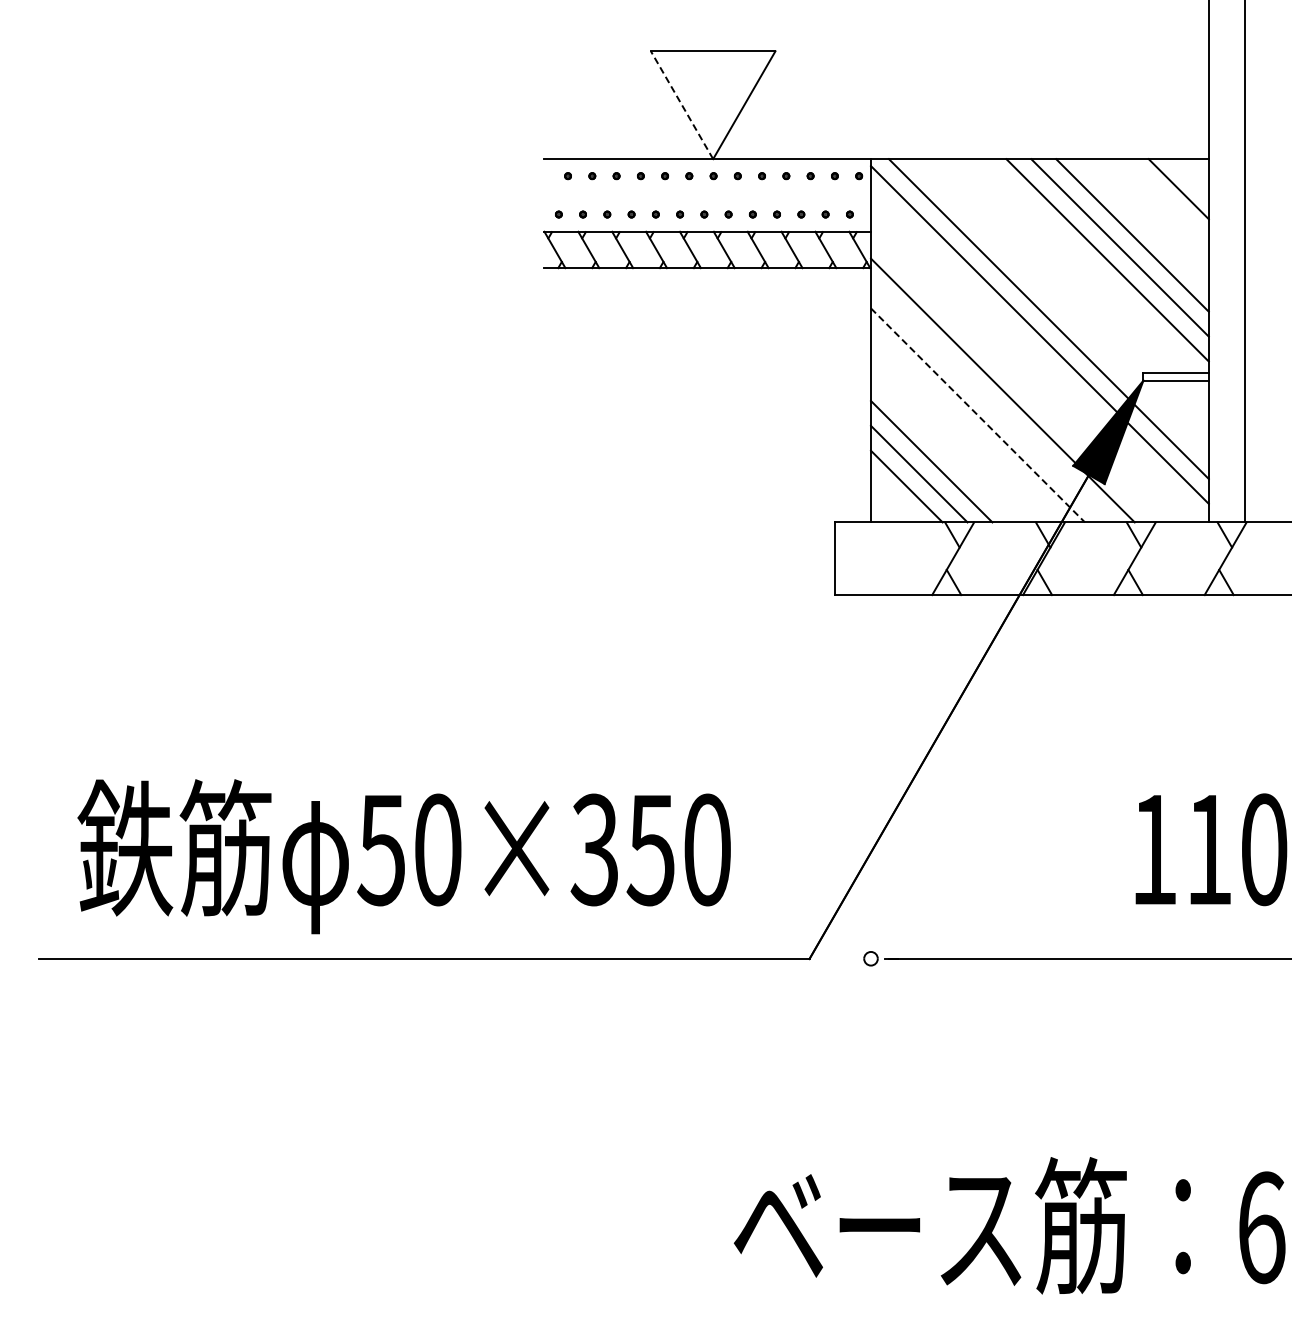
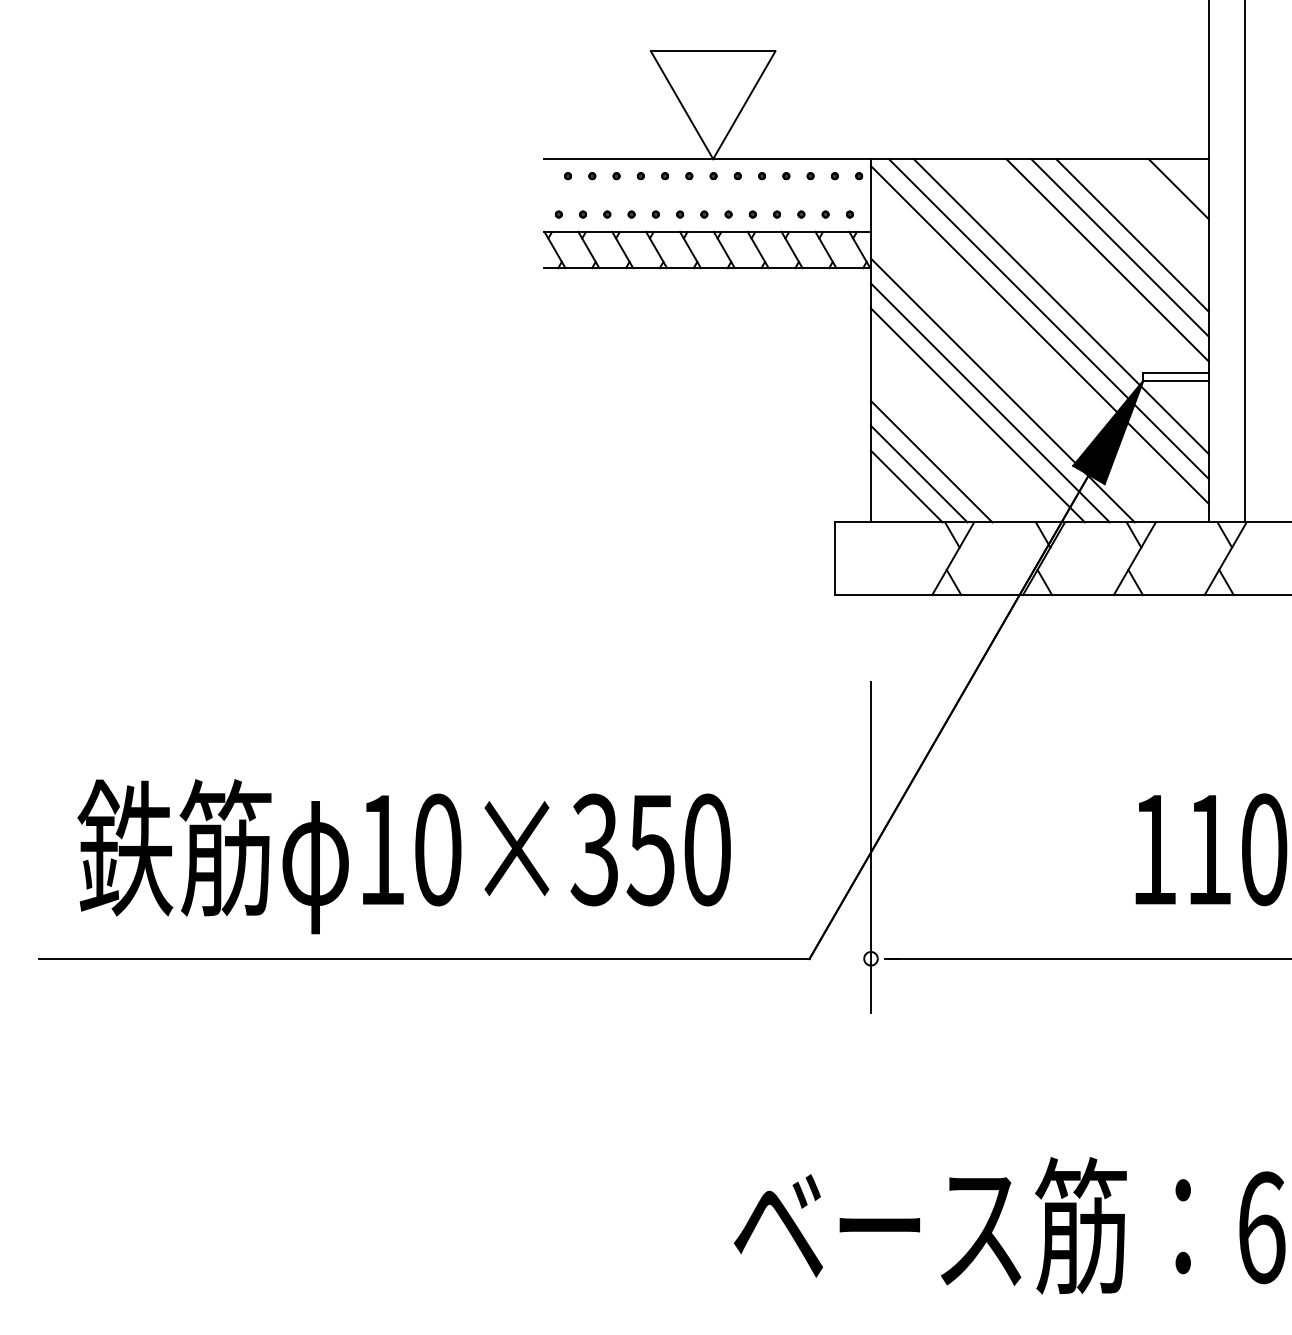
line at (681, 104): dashed -> solid
line at (1060, 306): none -> present
line at (990, 402): none -> present
line at (978, 415): dashed -> solid
line at (871, 847): none -> present
text at (380, 850): 50×350 -> 10×350
